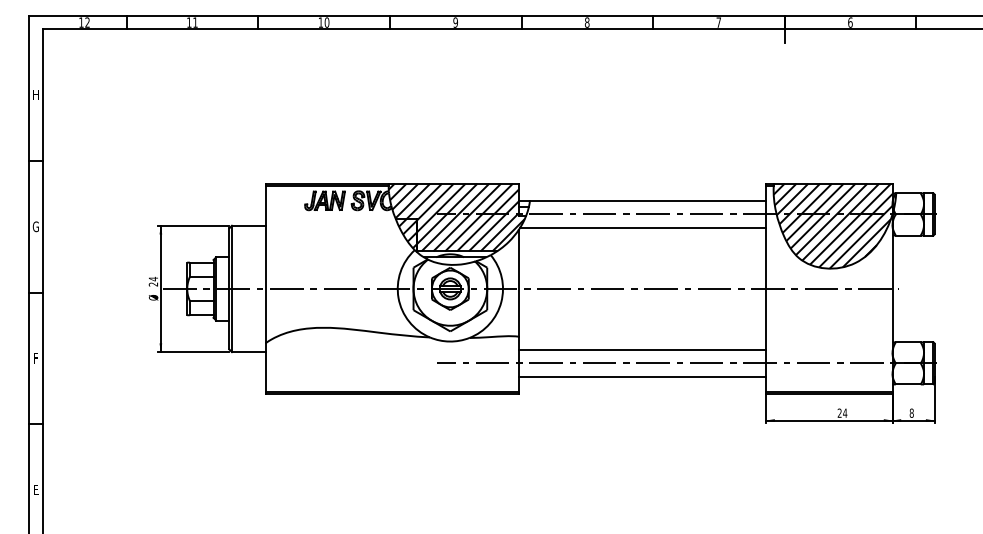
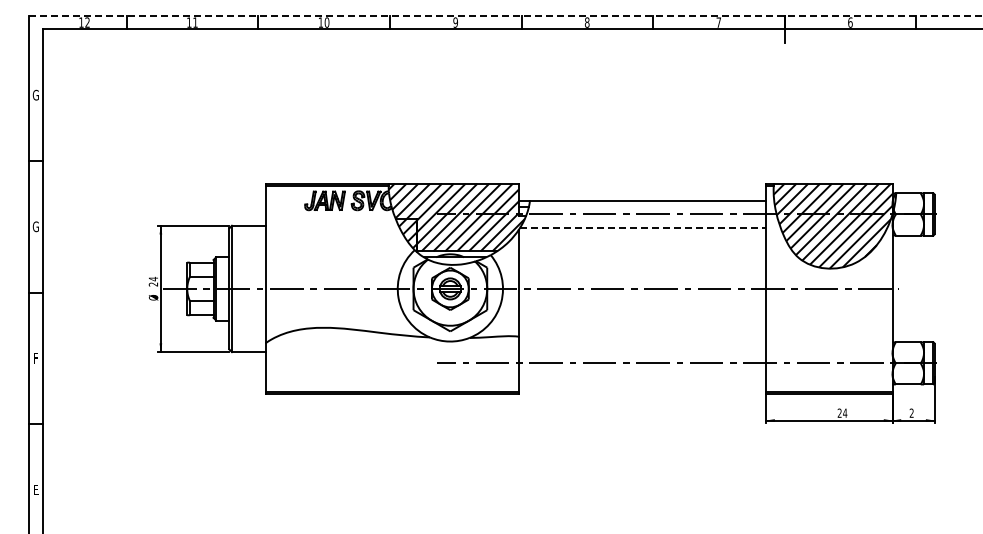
line at (506, 16): solid -> dashed
text at (35, 94): H -> G
line at (643, 227): solid -> dashed
line at (642, 350): present -> none
line at (642, 376): present -> none
text at (911, 412): 8 -> 2
